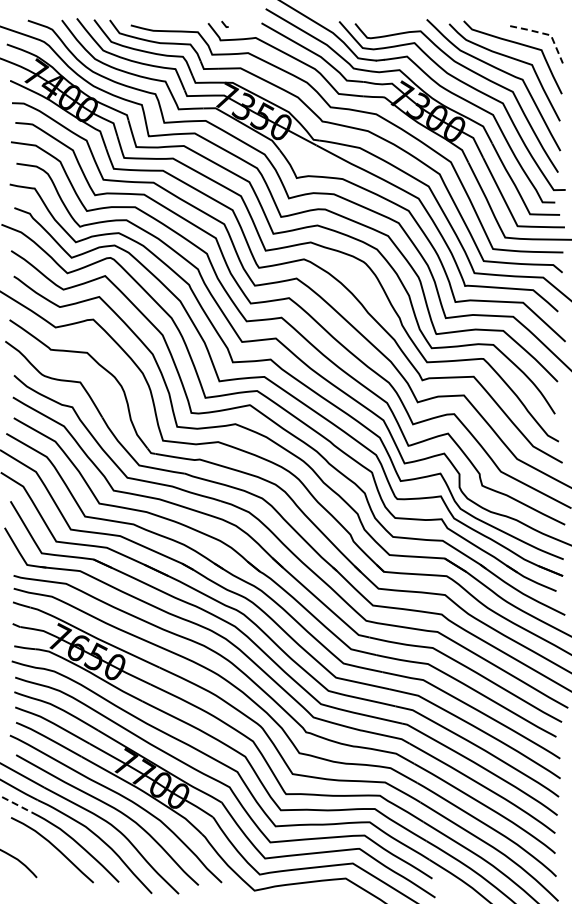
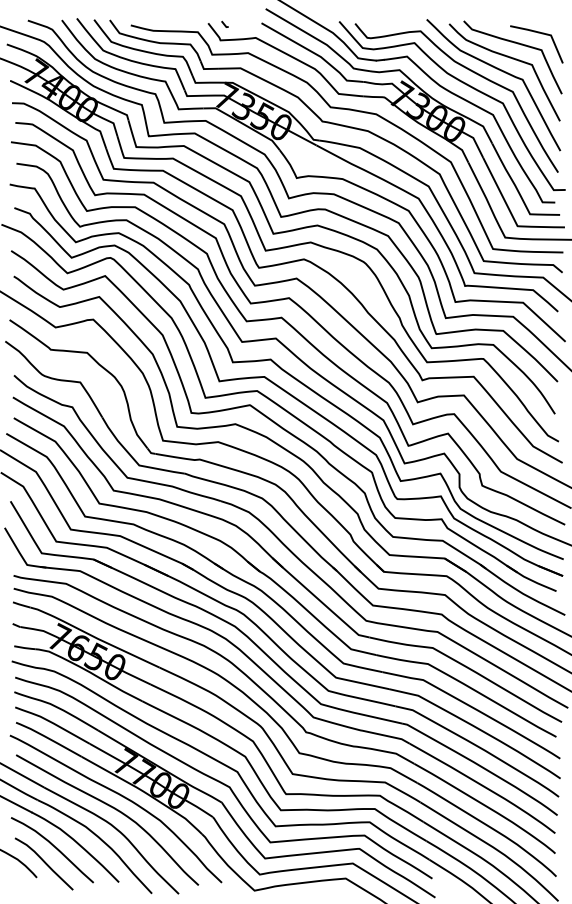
line at (545, 34): dashed -> solid
line at (16, 804): dashed -> solid
curve at (43, 862): none -> present
